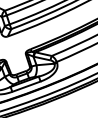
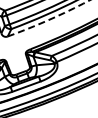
arc at (49, 19): solid -> dashed
